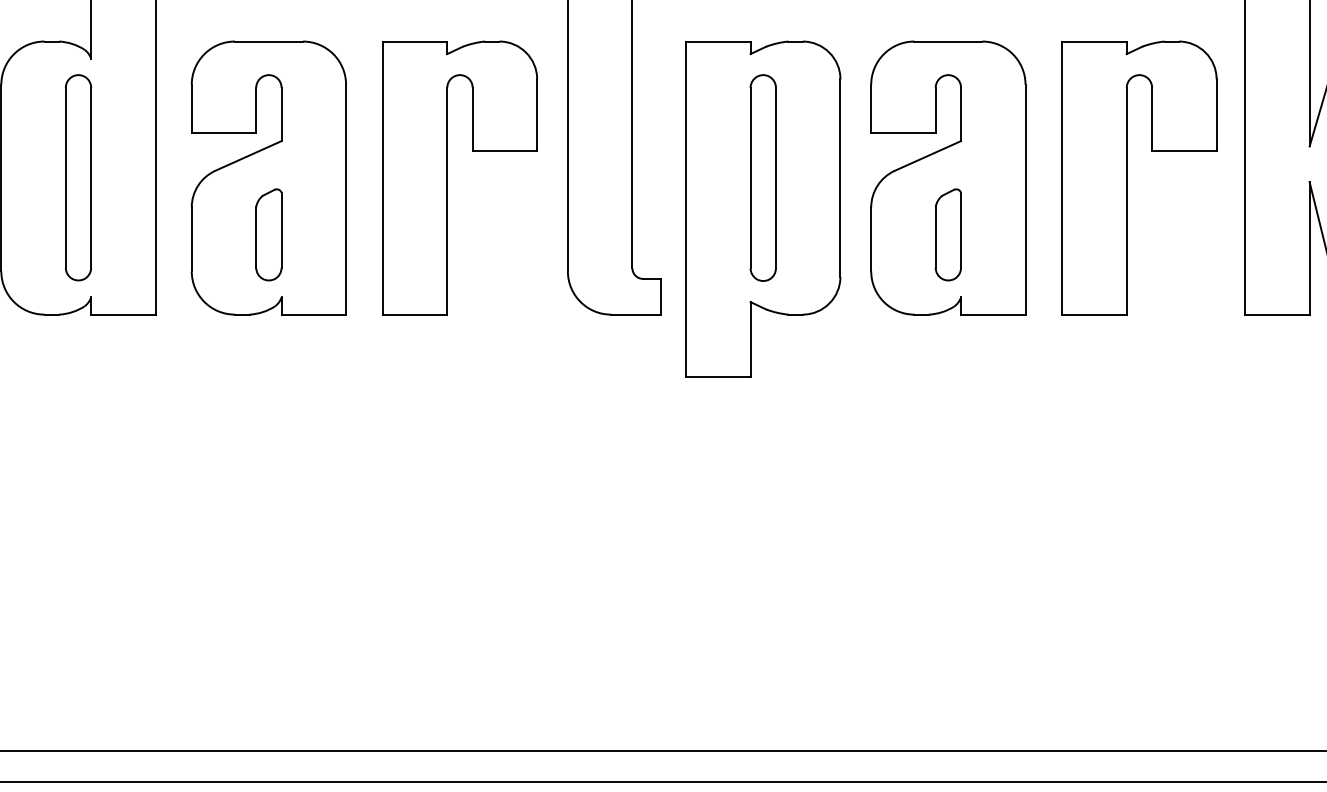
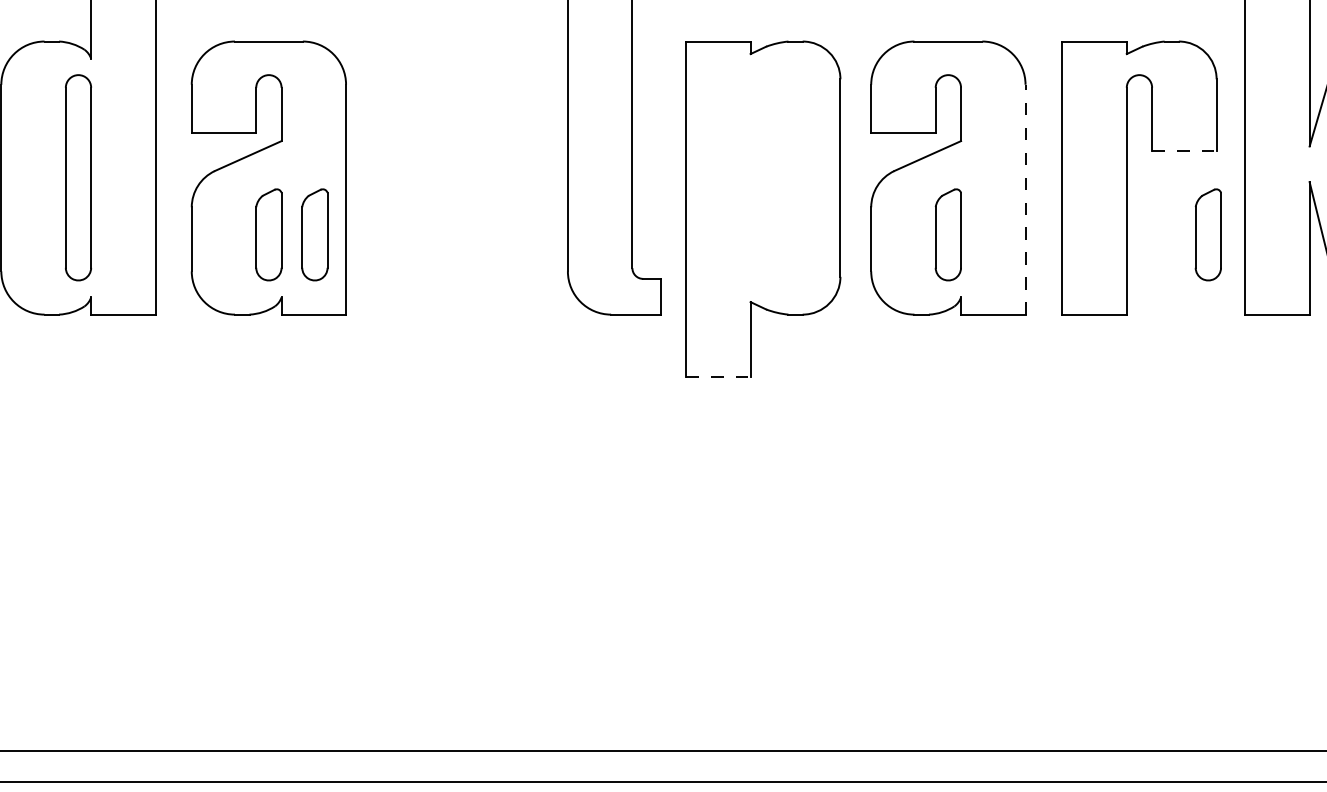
line at (1184, 150): solid -> dashed
part at (447, 177): present -> none
part at (762, 177): present -> none
line at (1025, 199): solid -> dashed
part at (314, 234): none -> present
part at (1207, 234): none -> present
line at (718, 376): solid -> dashed
